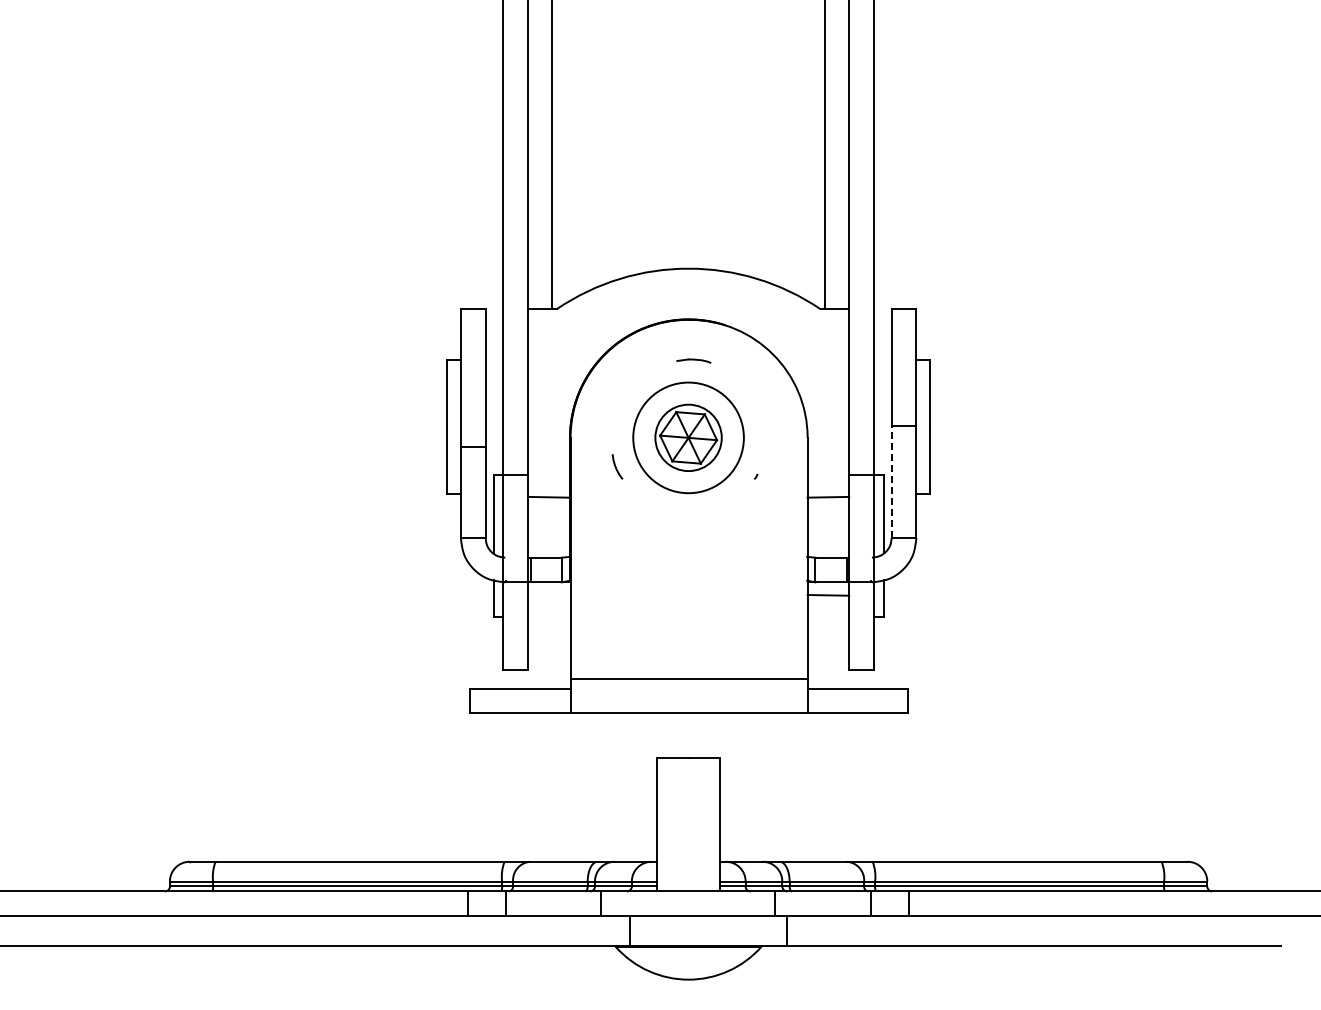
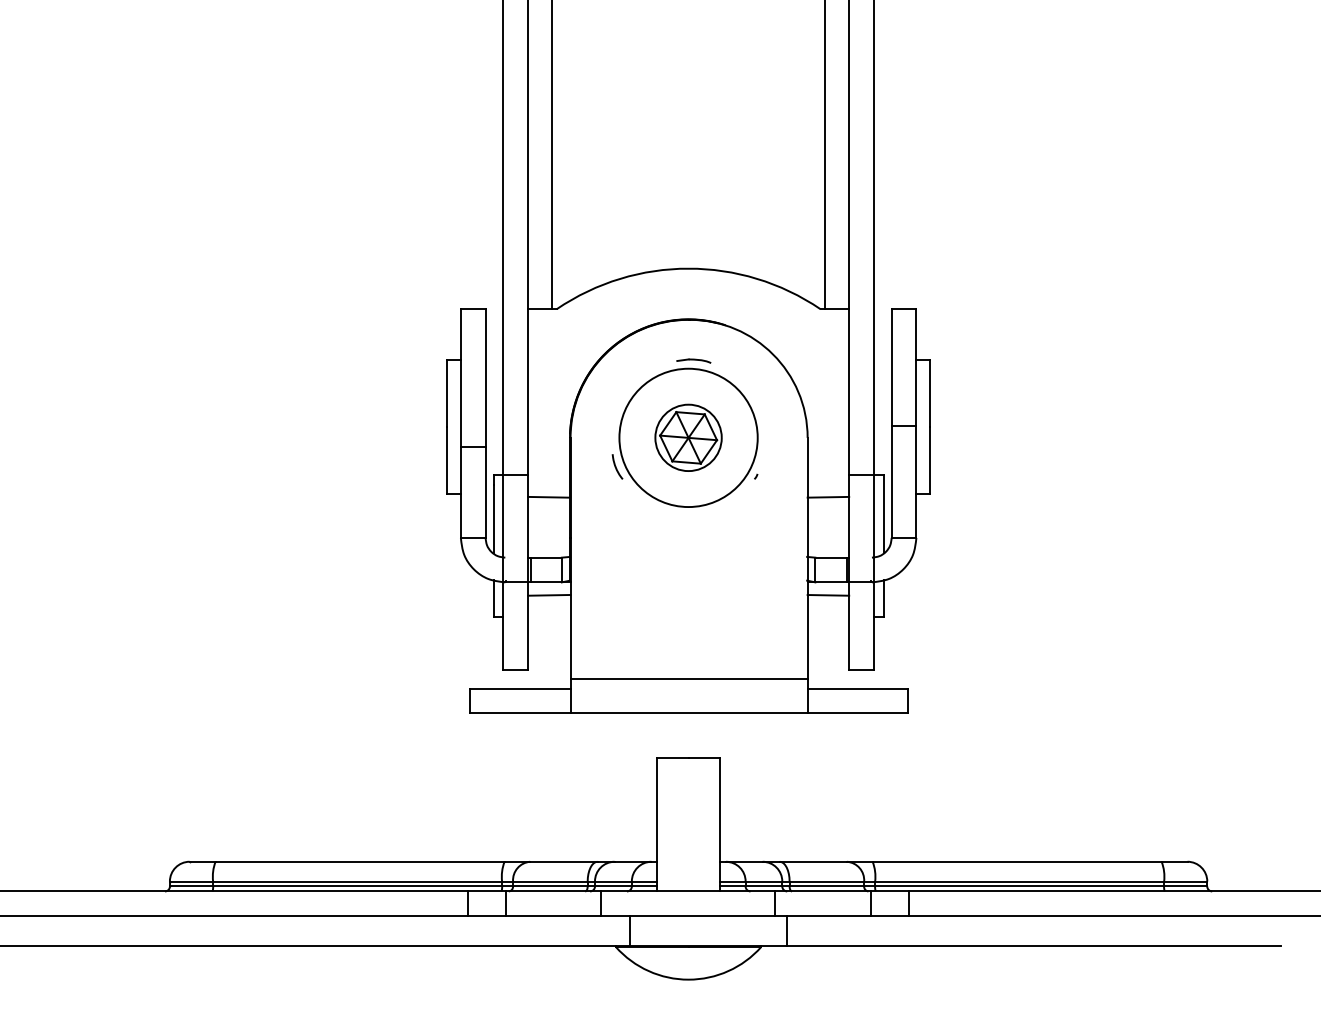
circle at (688, 437) diameter: 111 px -> 138 px
line at (891, 482): dashed -> solid
line at (549, 594): none -> present
